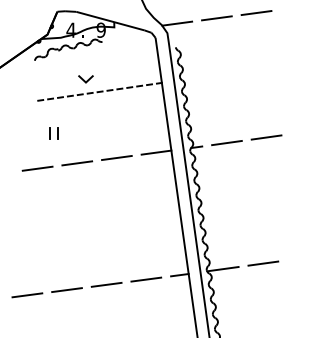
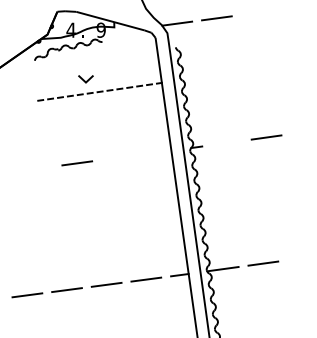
line at (256, 13): present -> none
part at (53, 133): present -> none
line at (226, 143): present -> none
line at (156, 152): present -> none
line at (116, 157): present -> none
line at (37, 168): present -> none
